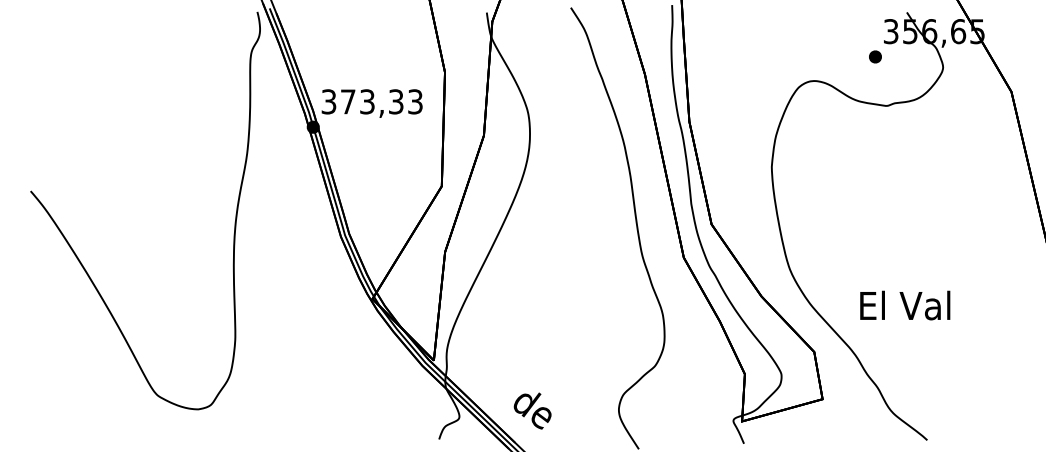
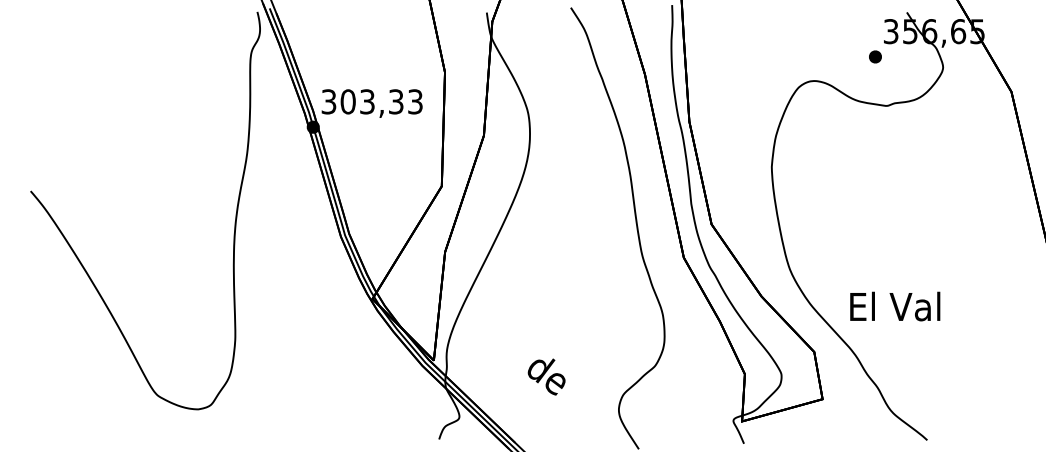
text at (347, 101): 373,33 -> 303,33
text at (905, 305) position: (905, 305) -> (895, 306)
text at (532, 410) position: (532, 410) -> (546, 376)
